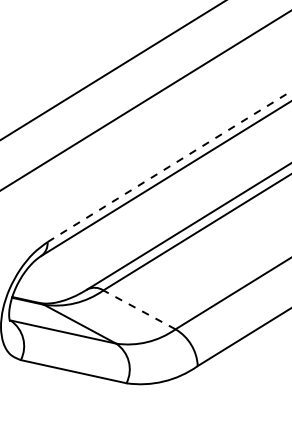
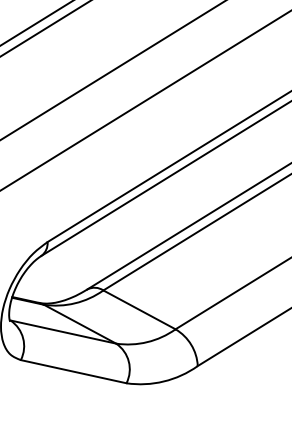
line at (36, 23): none -> present
line at (45, 28): none -> present
line at (170, 166): dashed -> solid
line at (139, 309): dashed -> solid
